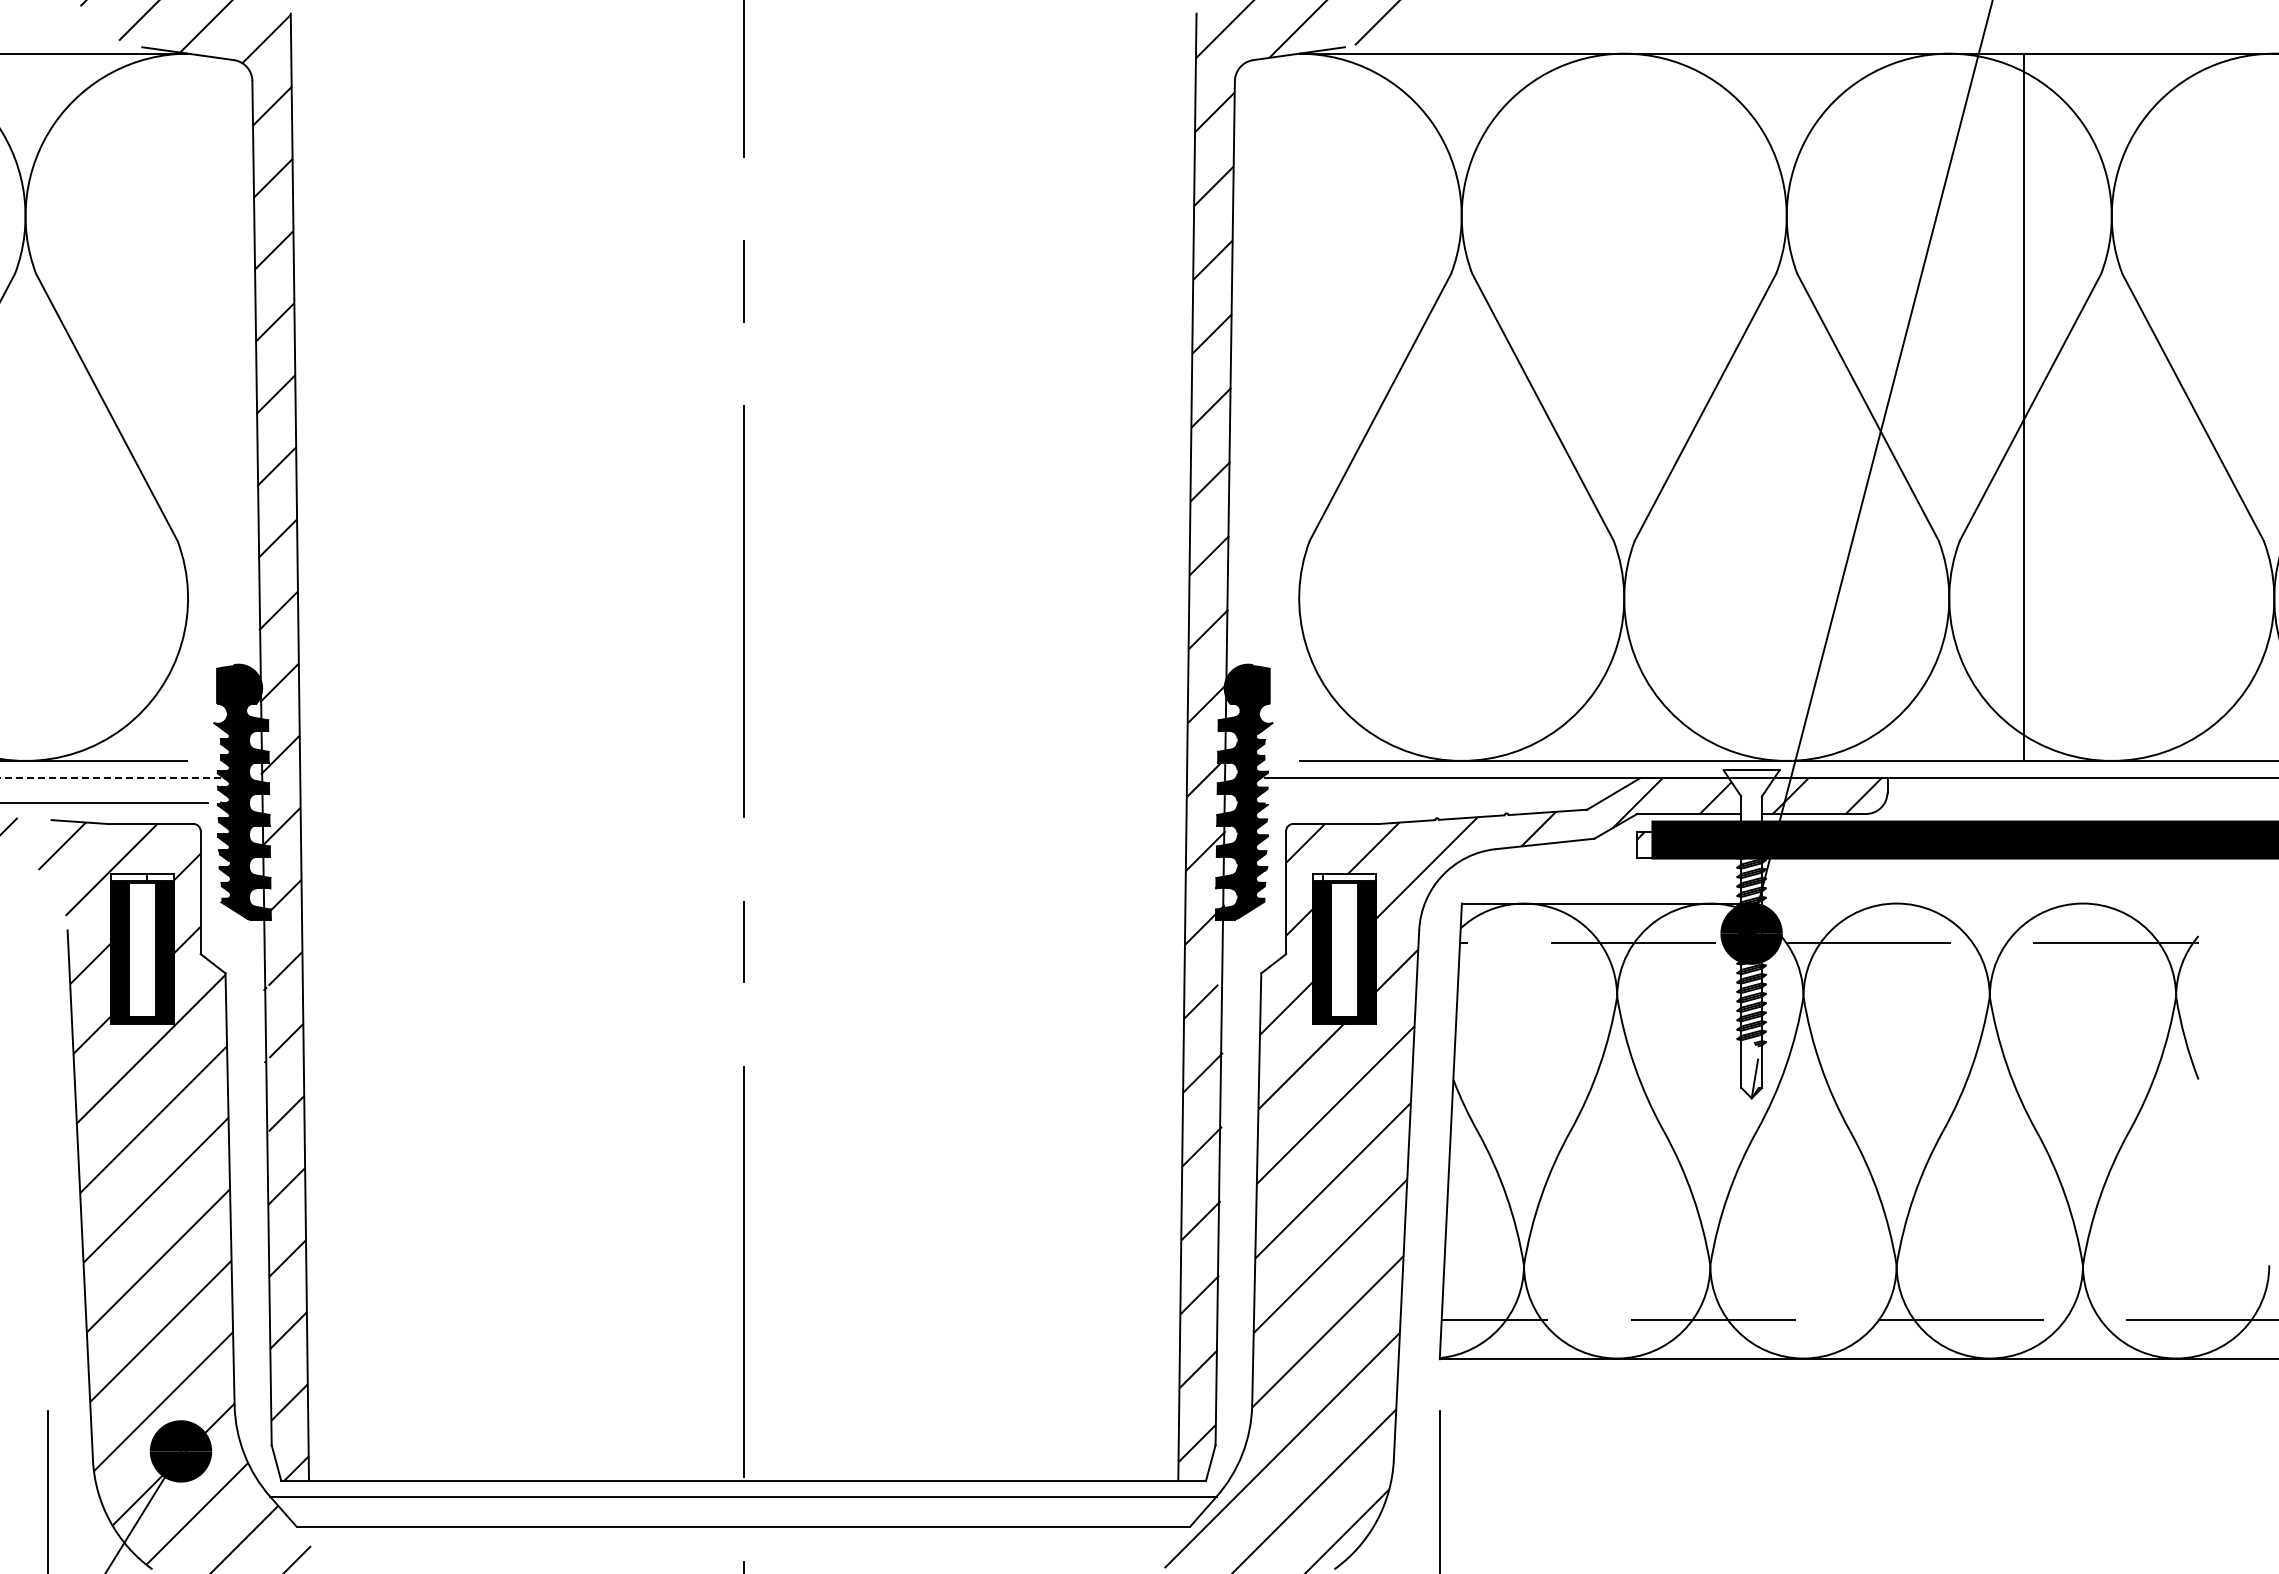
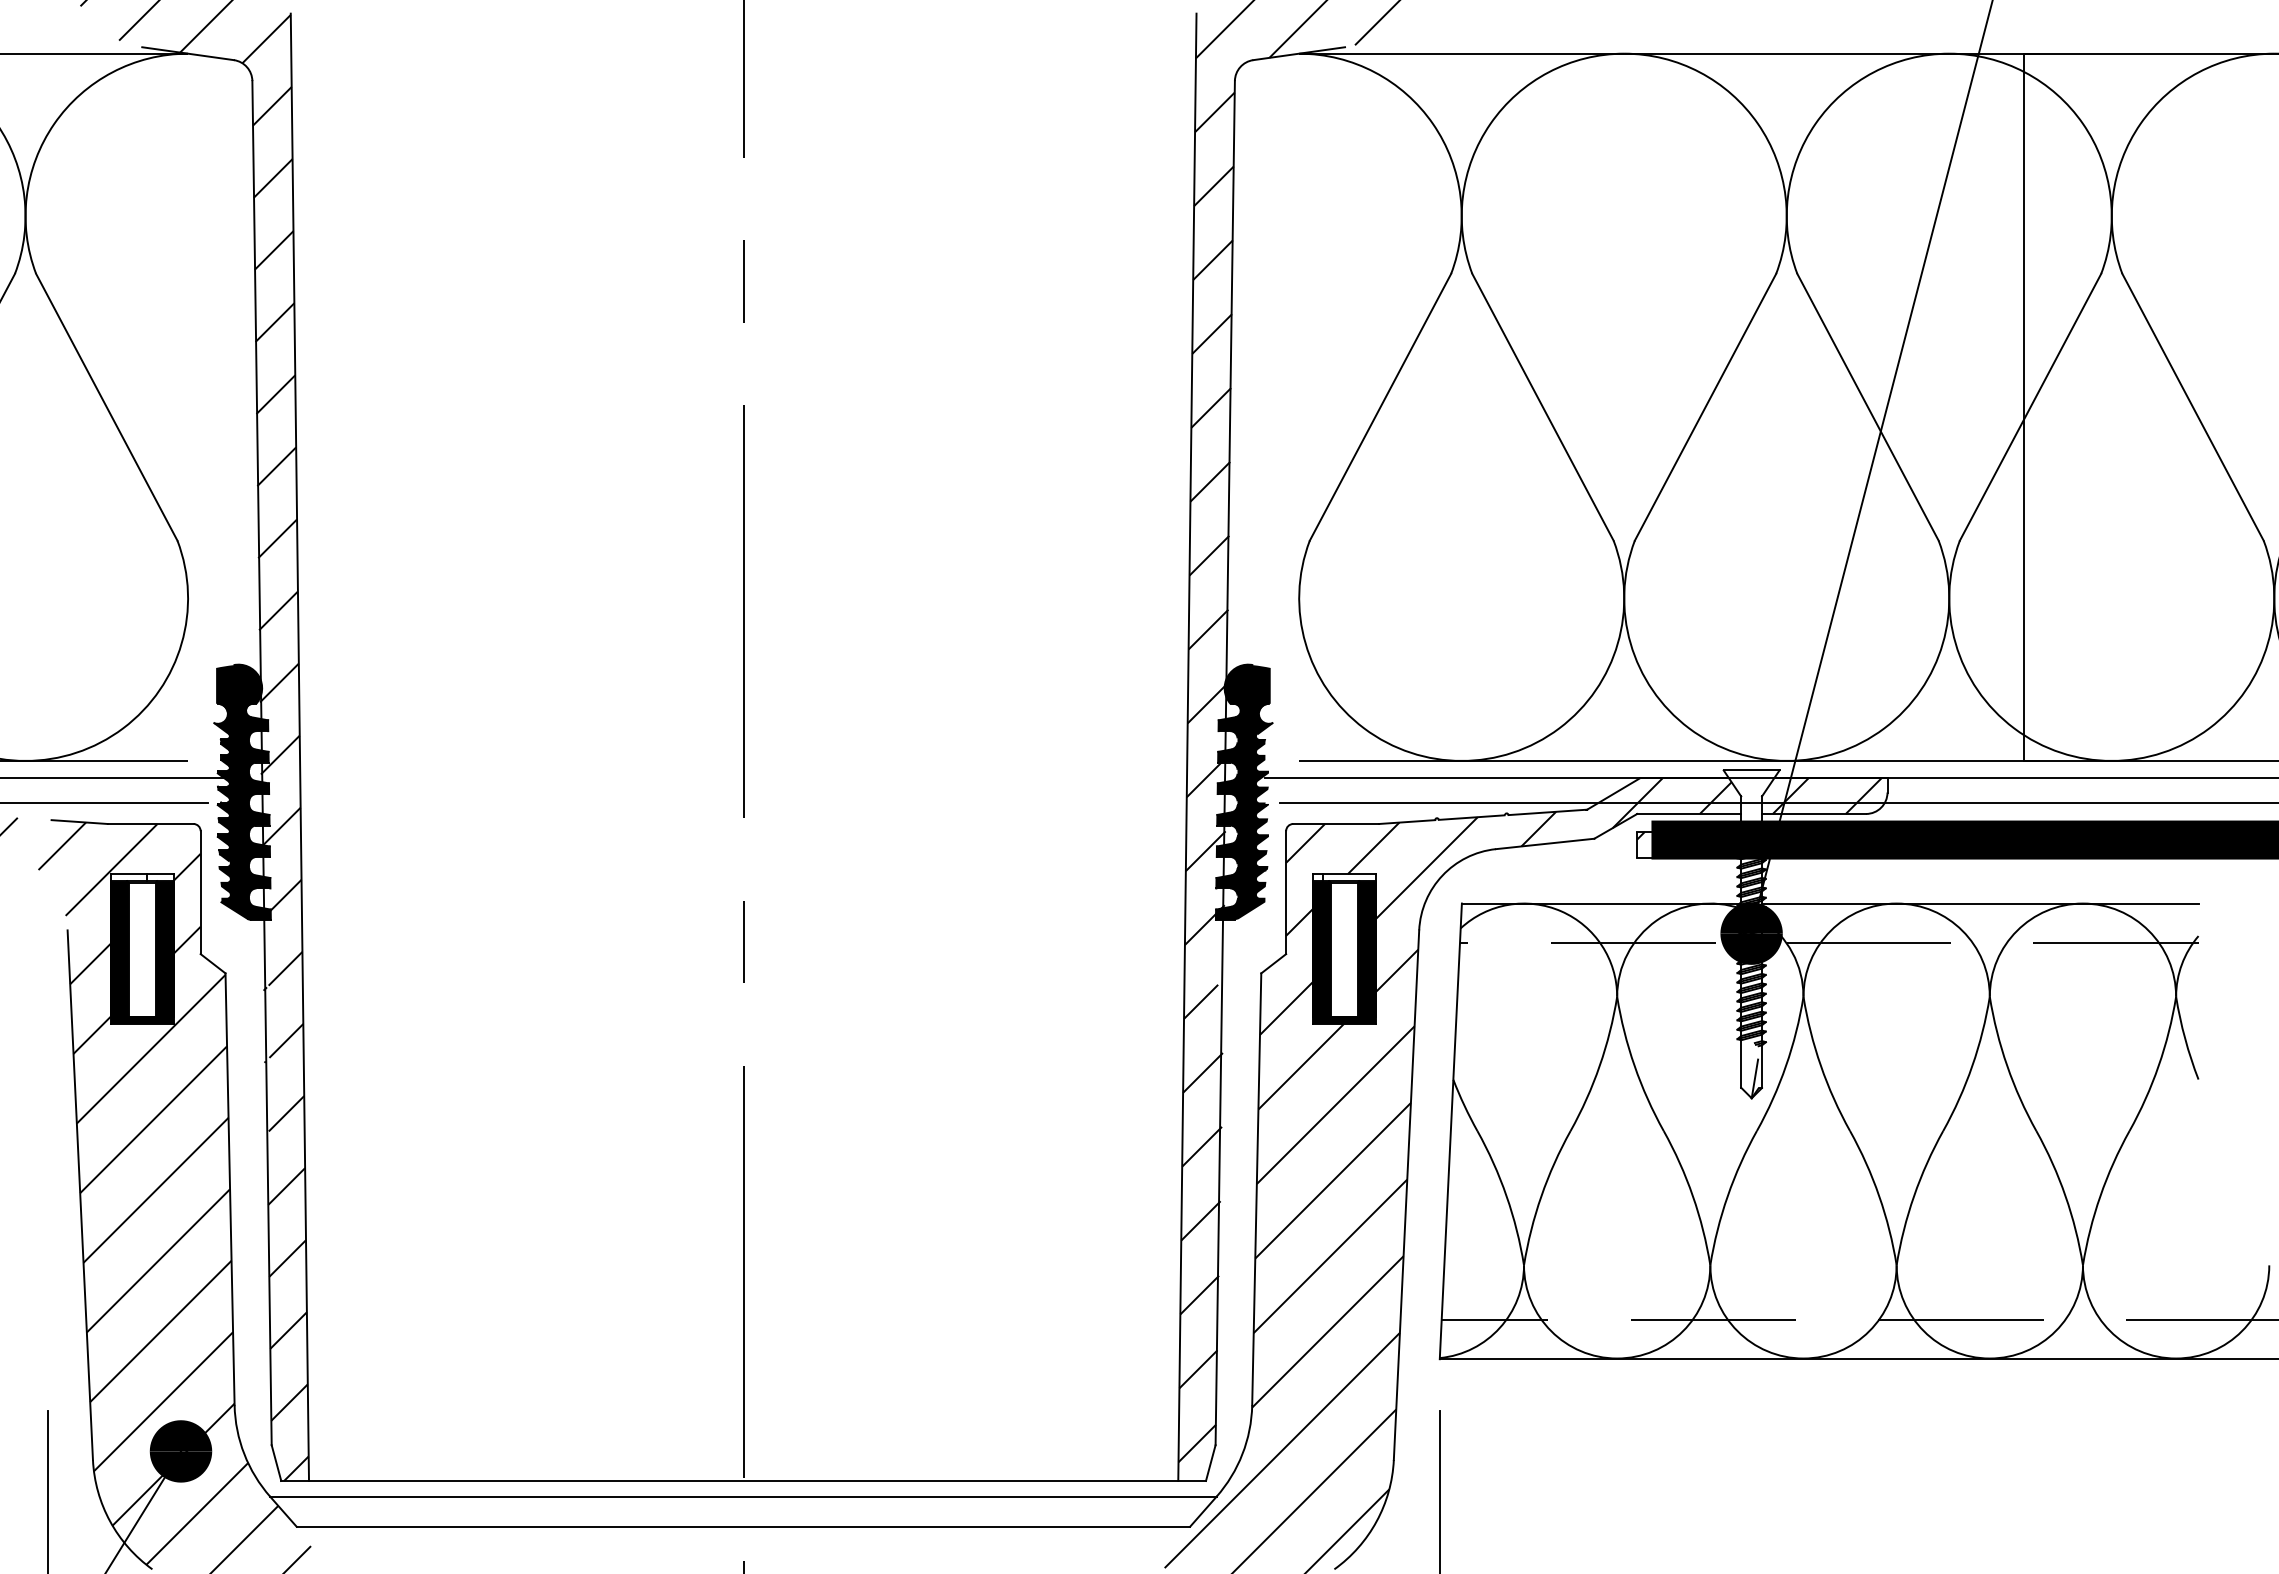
line at (111, 778): dashed -> solid
line at (1777, 803): none -> present
line at (1980, 903): none -> present
